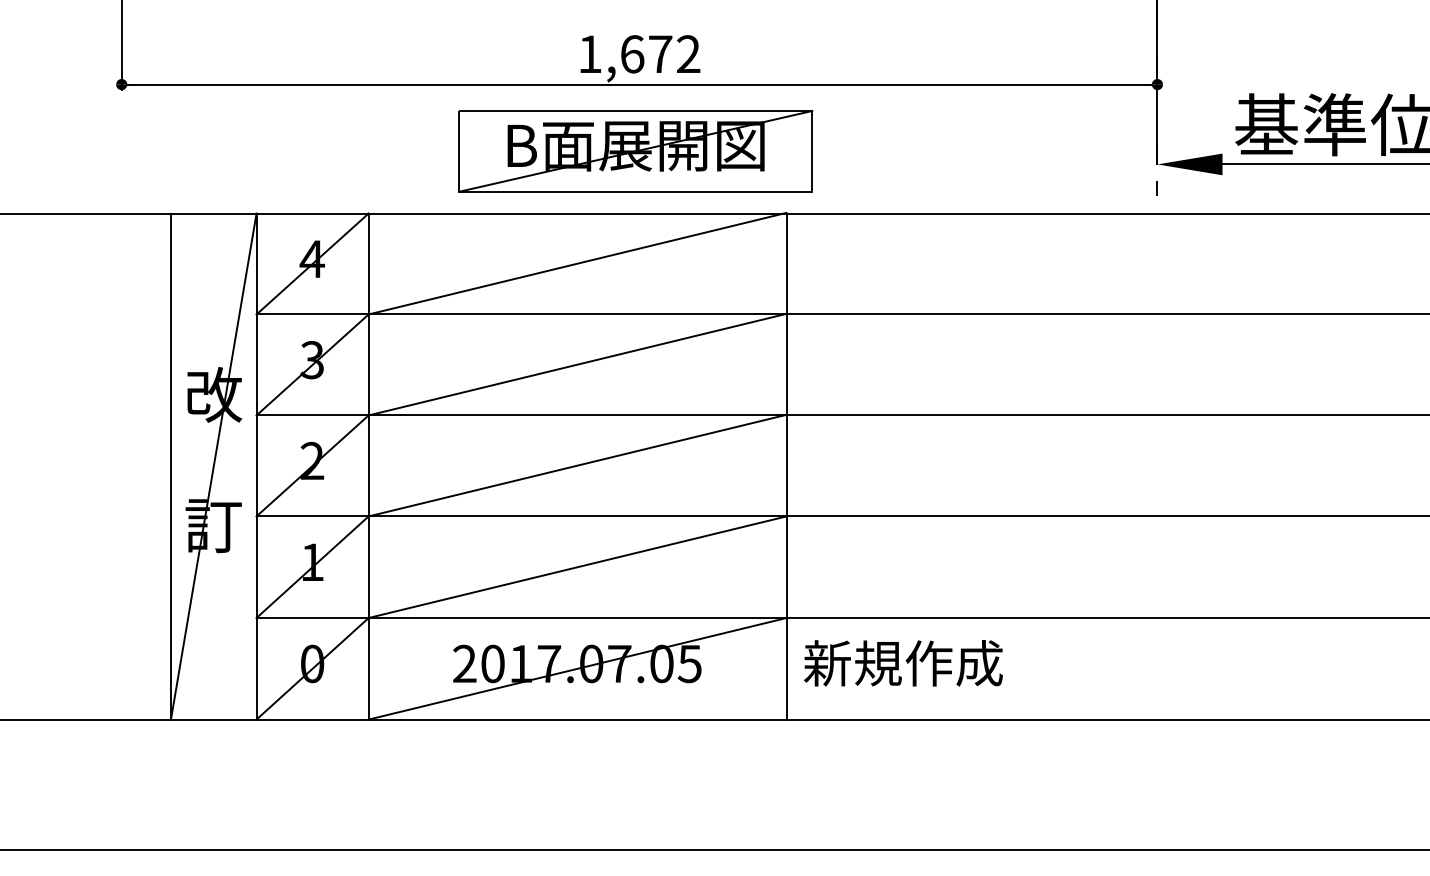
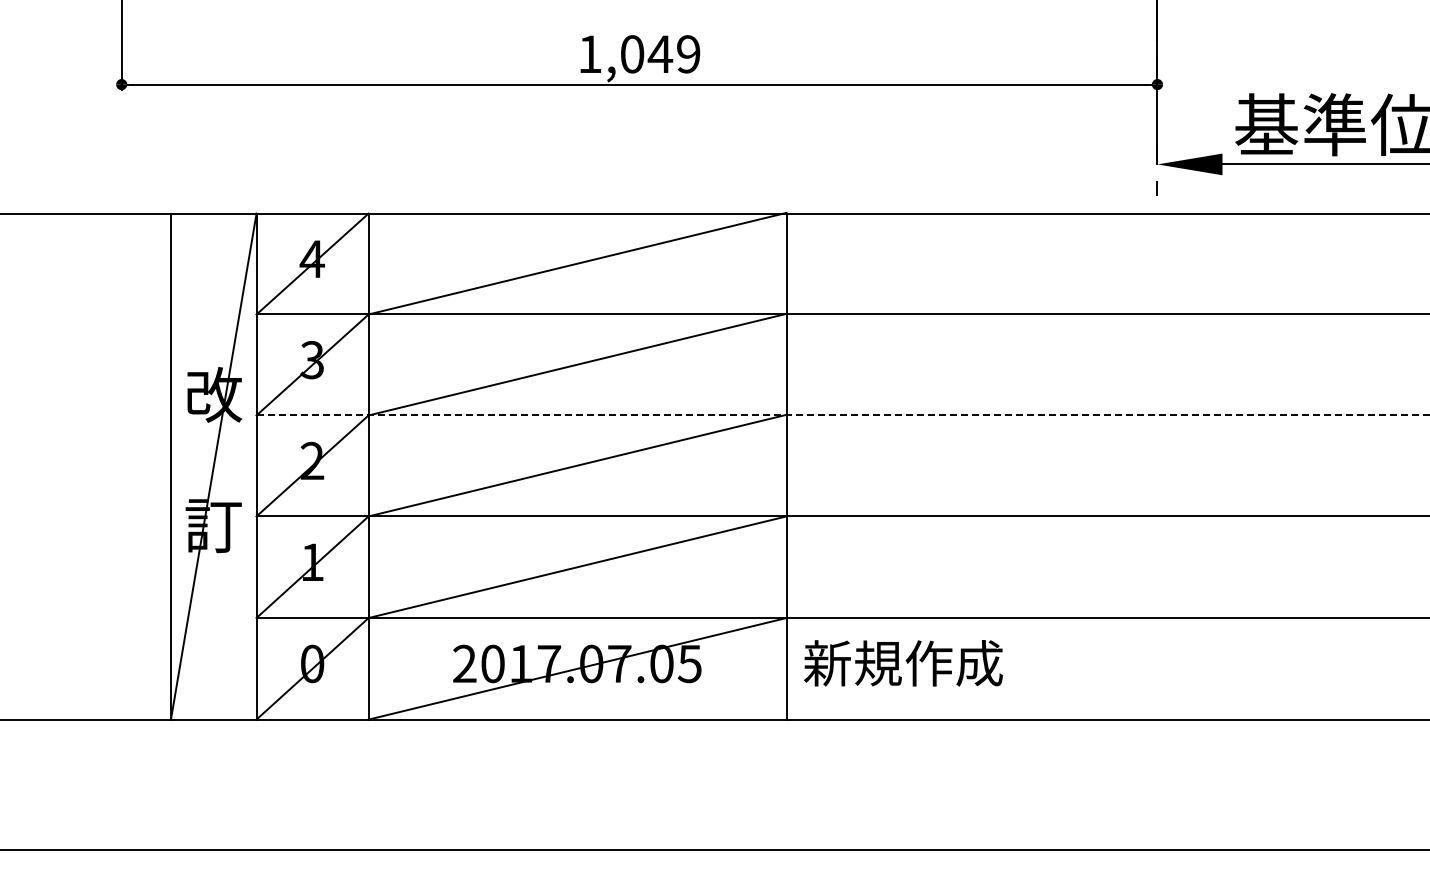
text at (660, 54): 1,672 -> 1,049
part at (635, 151): present -> none
line at (843, 415): solid -> dashed
